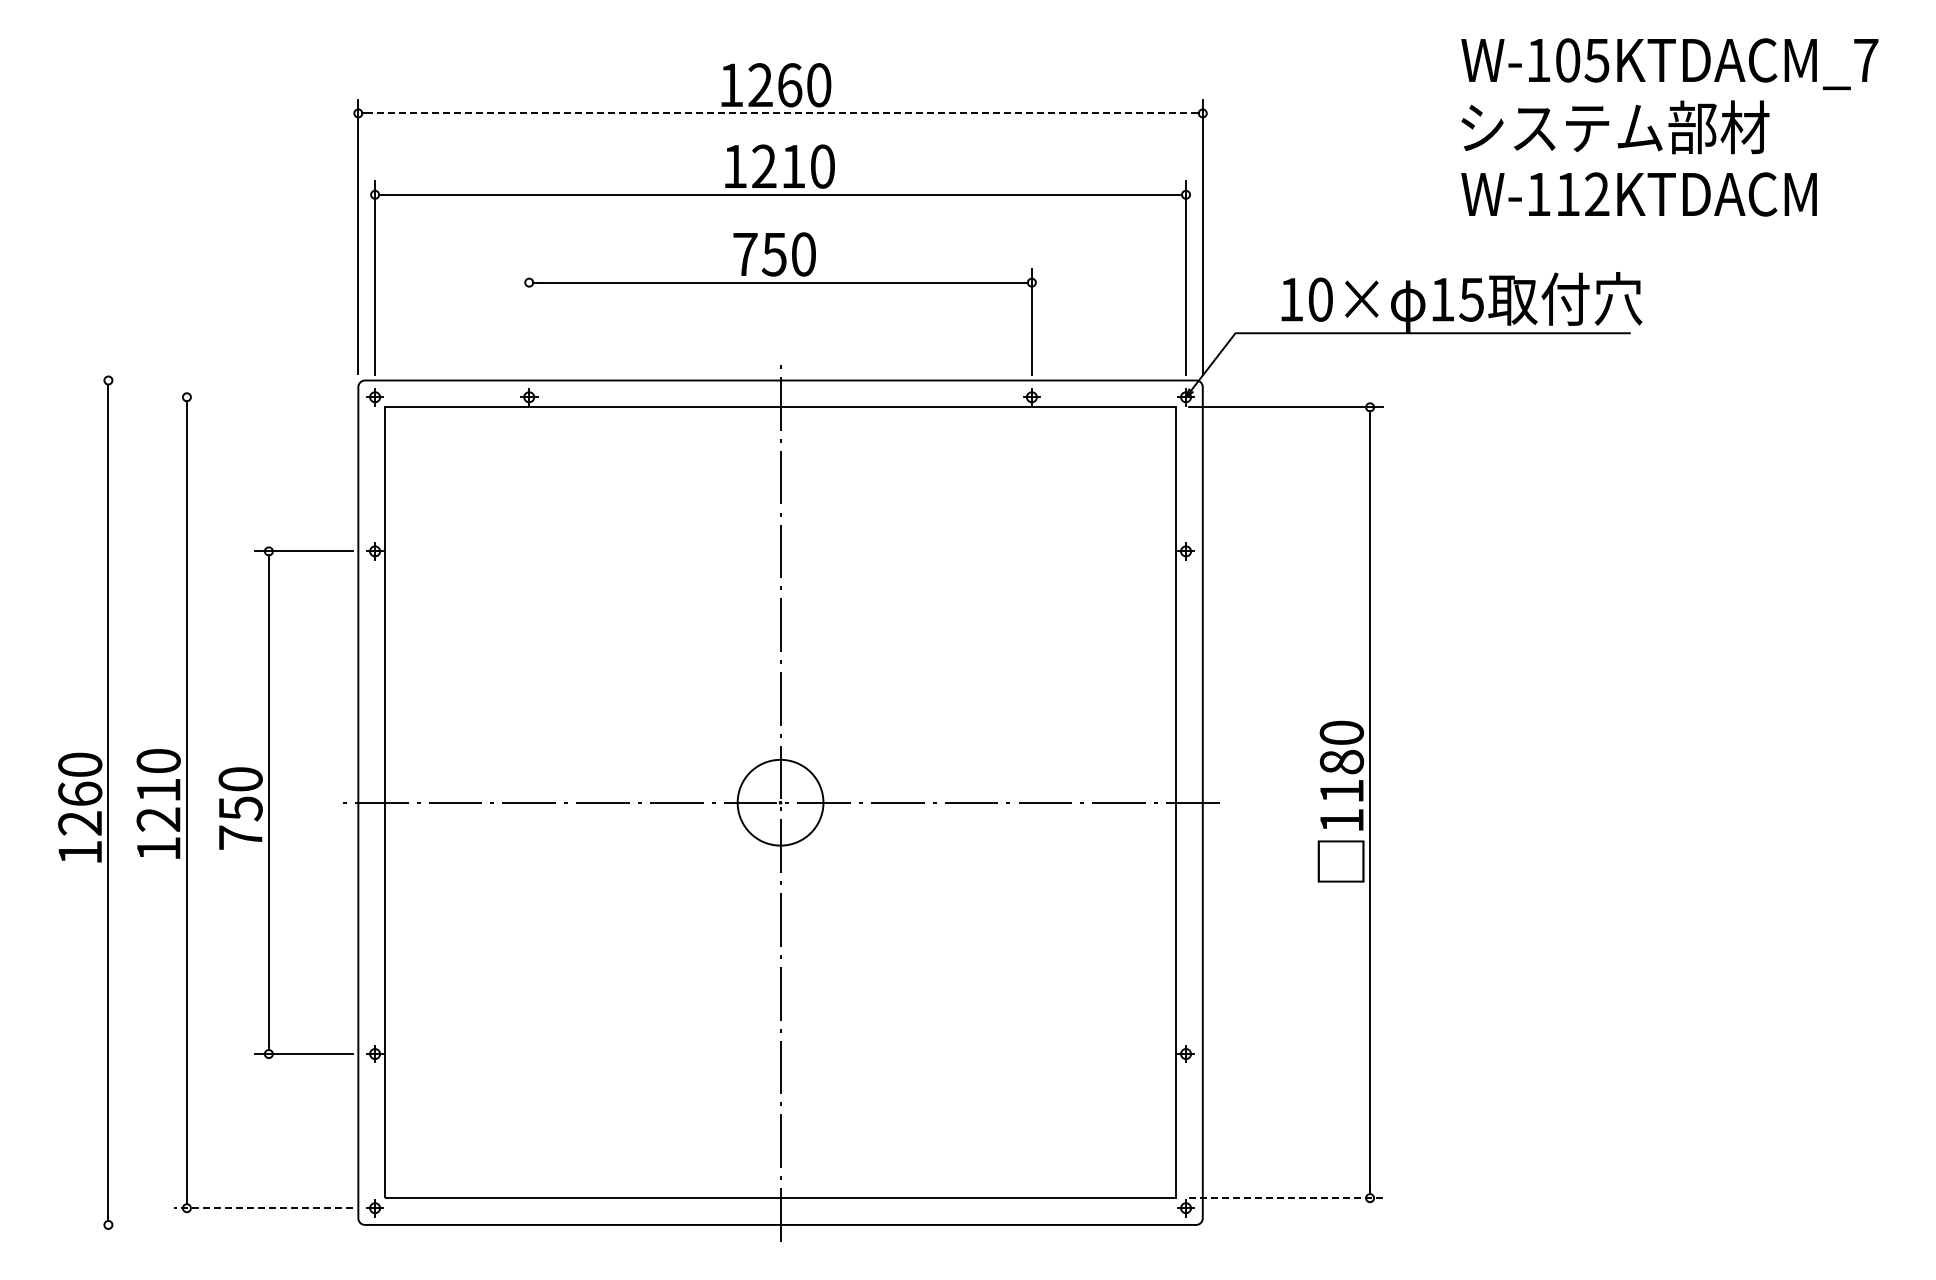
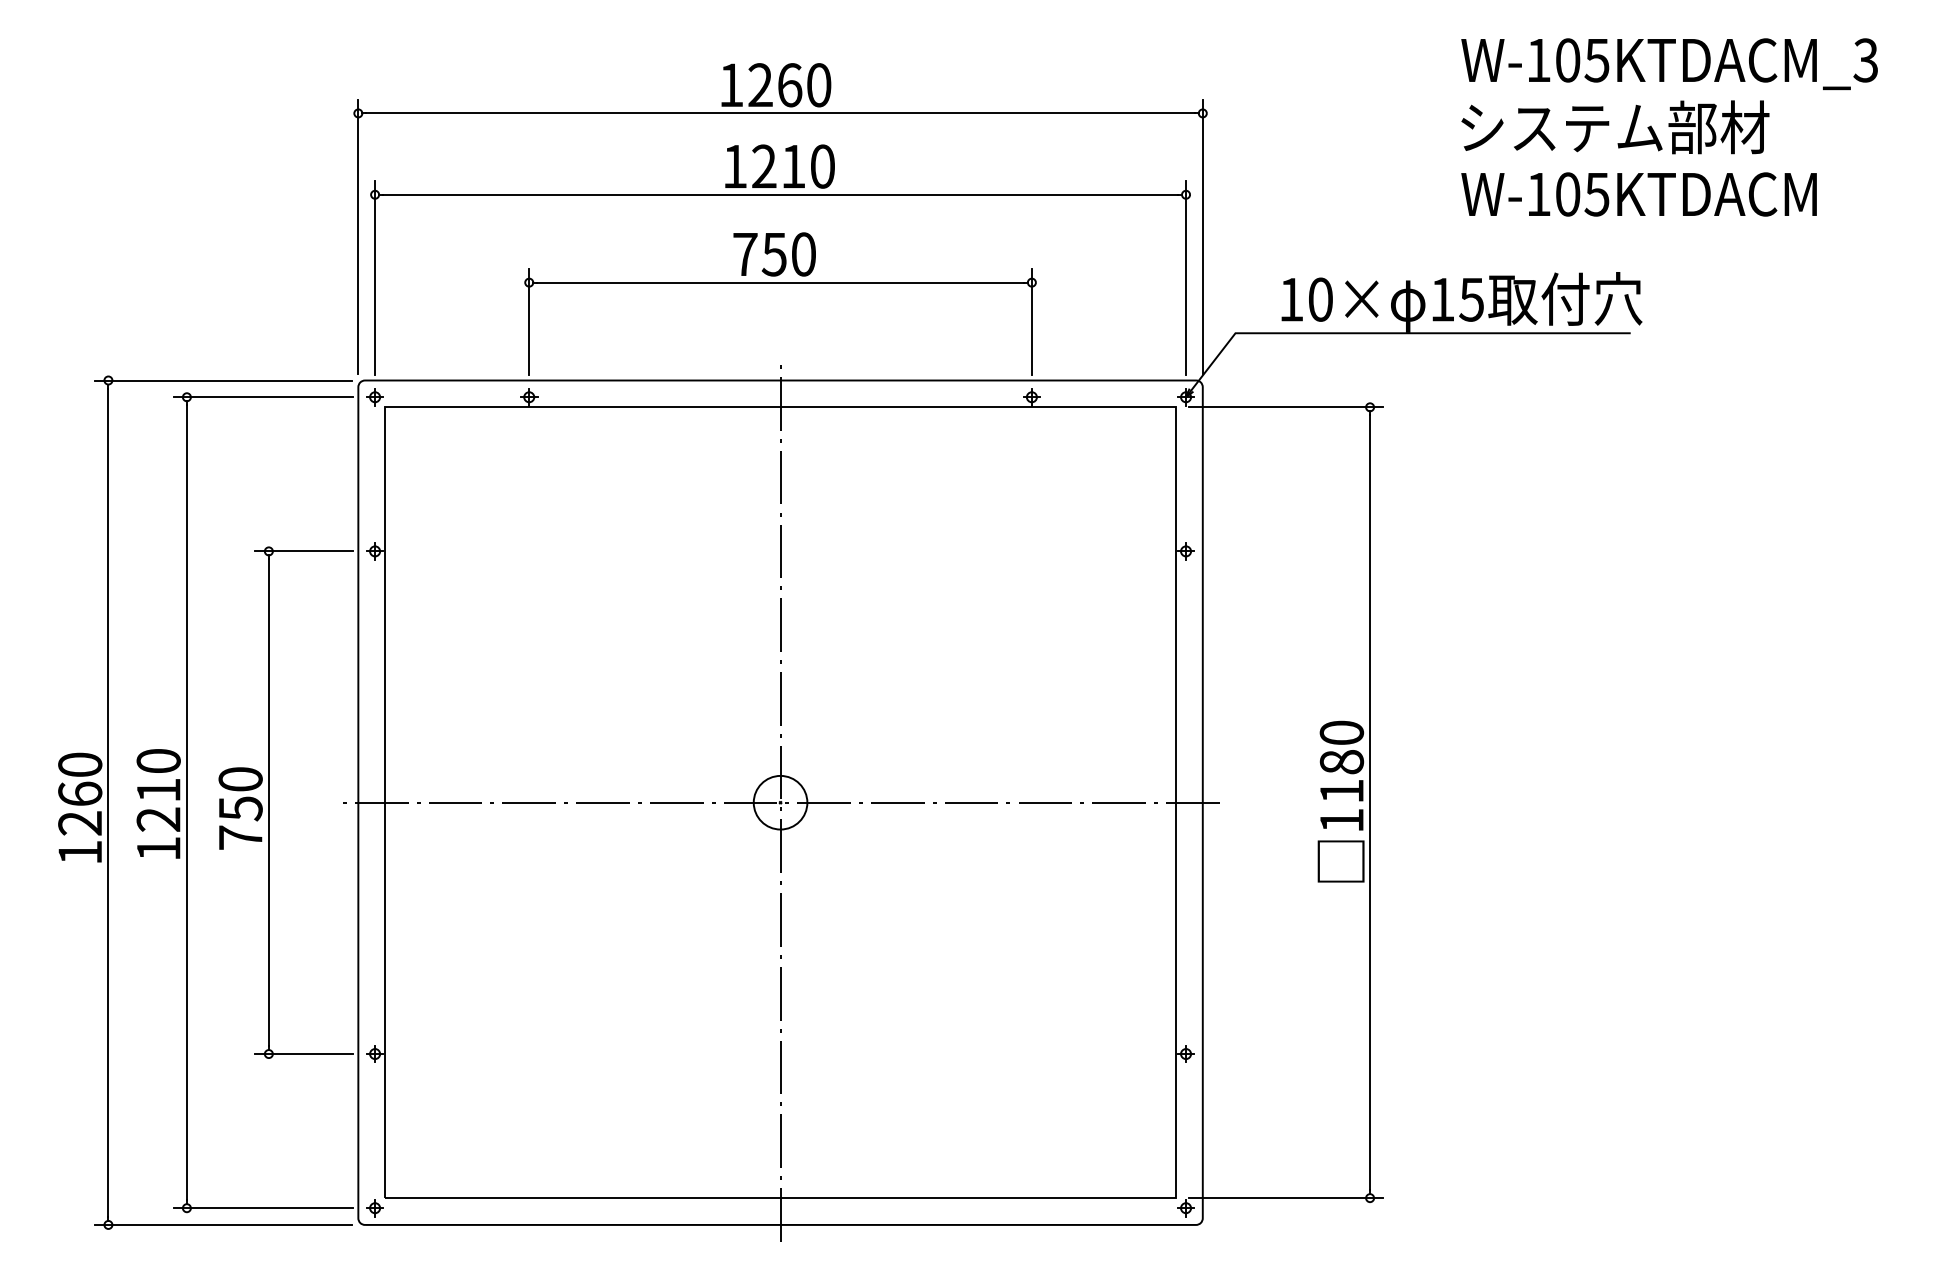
text at (1865, 60): W-105KTDACM_7 -> W-105KTDACM_3
line at (781, 113): dashed -> solid
text at (1582, 194): W-112KTDACM -> W-105KTDACM
line at (529, 322): none -> present
line at (223, 380): none -> present
line at (263, 397): none -> present
circle at (780, 802) diameter: 86 px -> 54 px
line at (1286, 1198): dashed -> solid
line at (263, 1208): dashed -> solid
line at (223, 1224): none -> present
